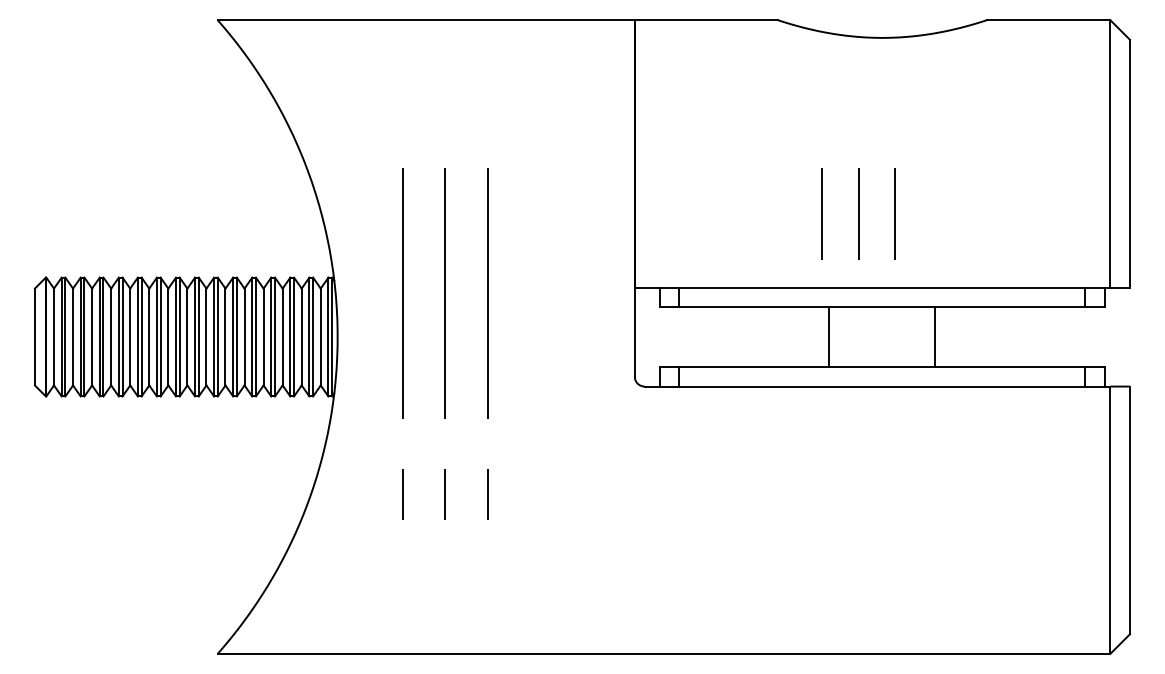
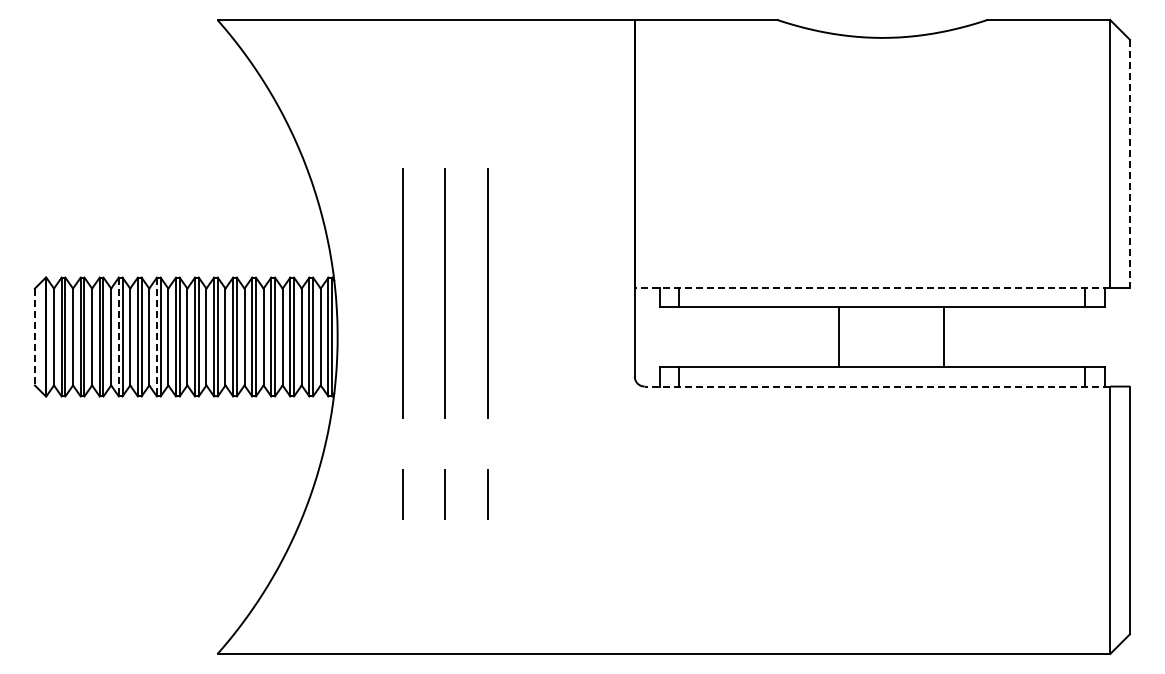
line at (1130, 163): solid -> dashed
line at (821, 213): present -> none
line at (858, 213): present -> none
line at (894, 213): present -> none
line at (872, 287): solid -> dashed
line at (829, 336) position: (829, 336) -> (839, 336)
line at (935, 336) position: (935, 336) -> (944, 336)
line at (34, 337): solid -> dashed
line at (118, 337): solid -> dashed
line at (156, 337): solid -> dashed
line at (877, 386): solid -> dashed
